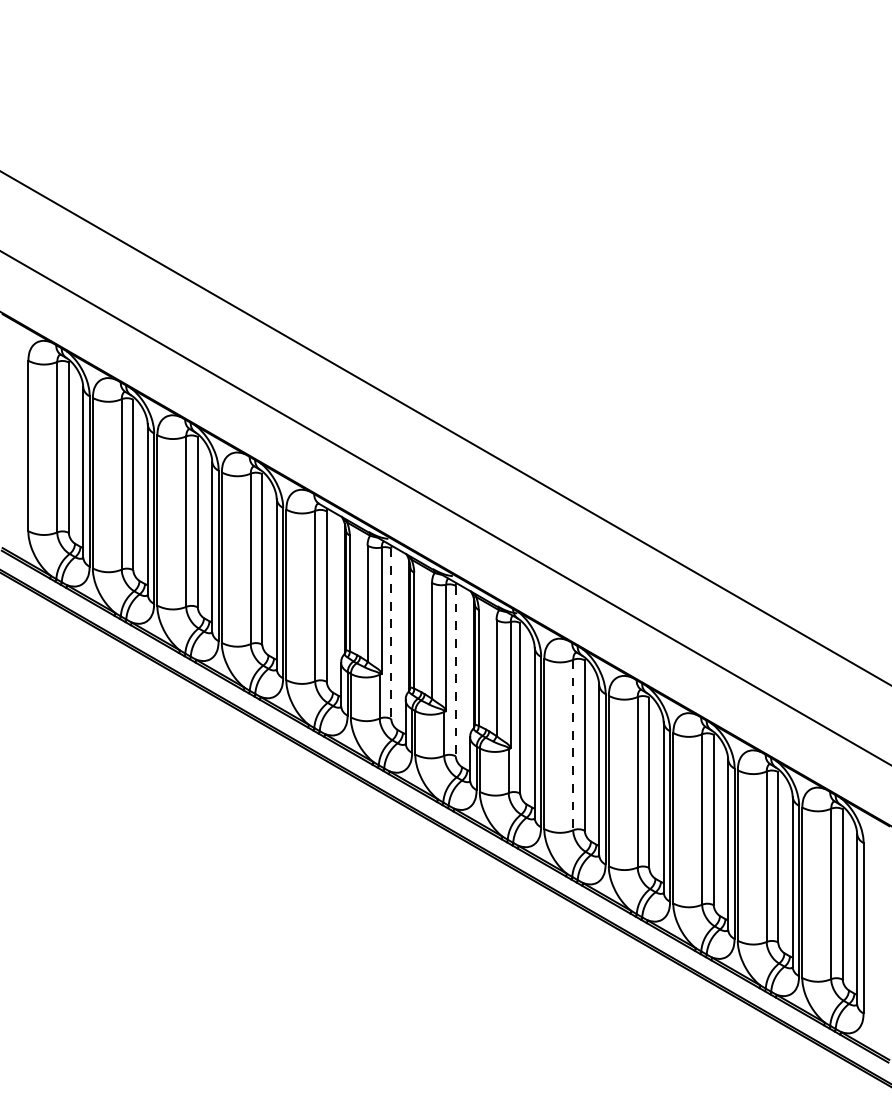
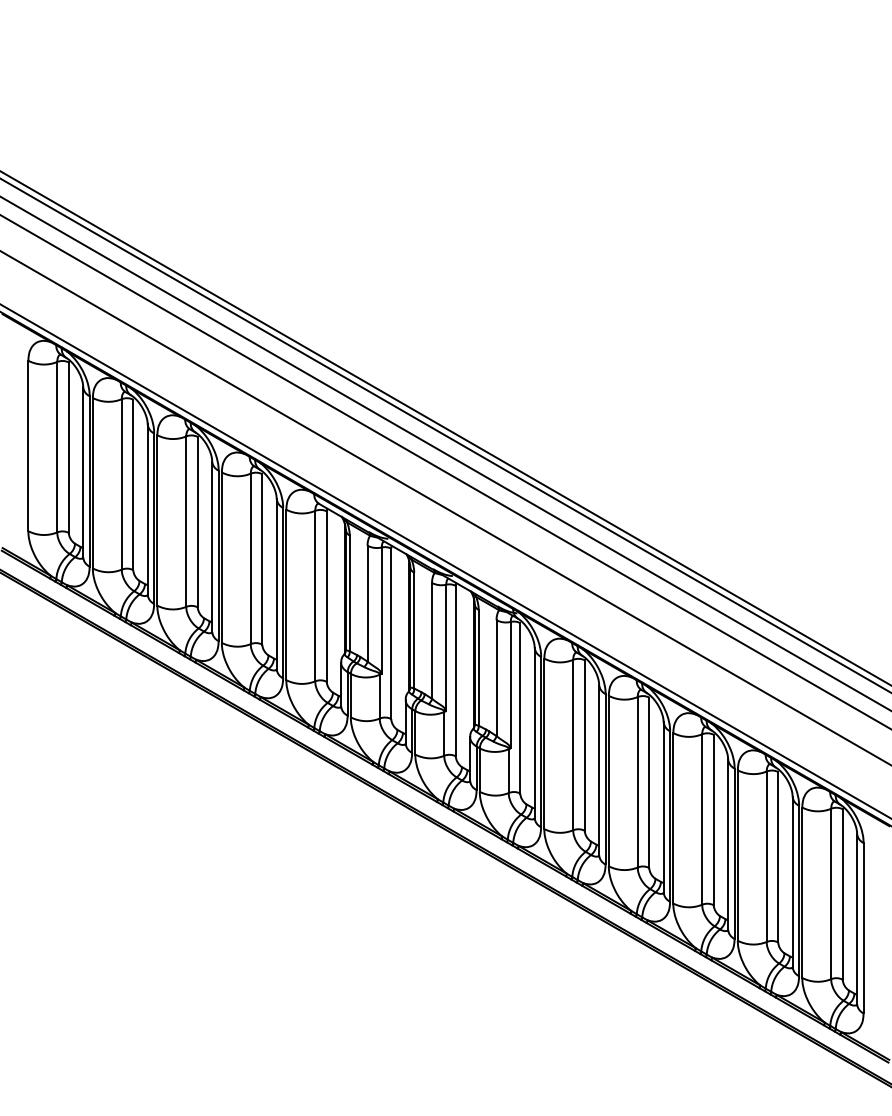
line at (445, 435): none -> present
line at (445, 453): none -> present
line at (445, 471): none -> present
line at (445, 561): none -> present
line at (391, 634): dashed -> solid
line at (455, 671): dashed -> solid
line at (573, 745): dashed -> solid
